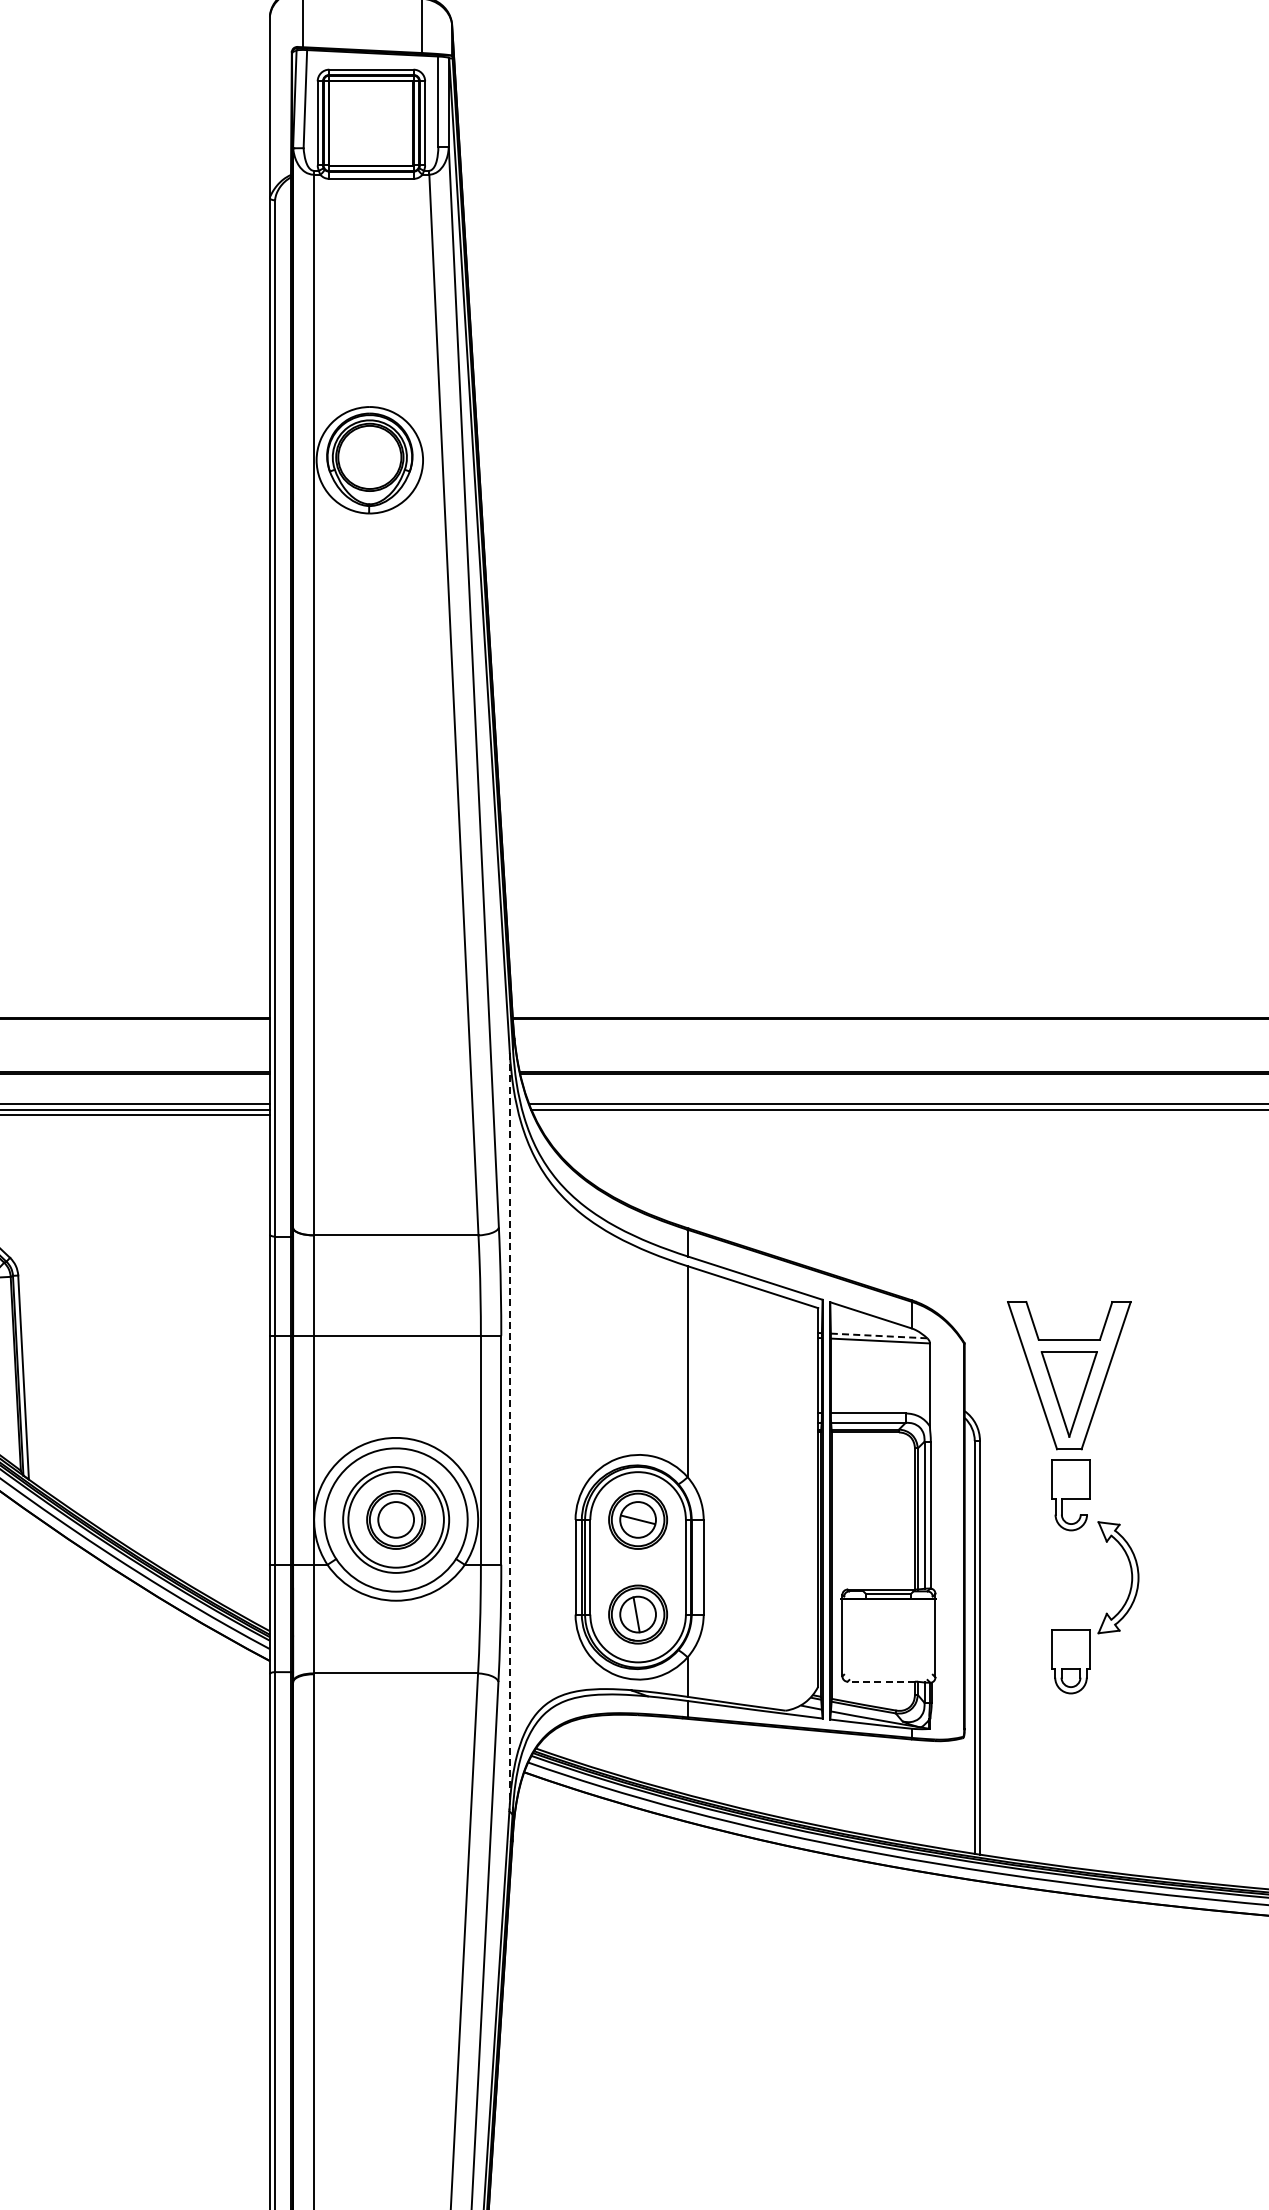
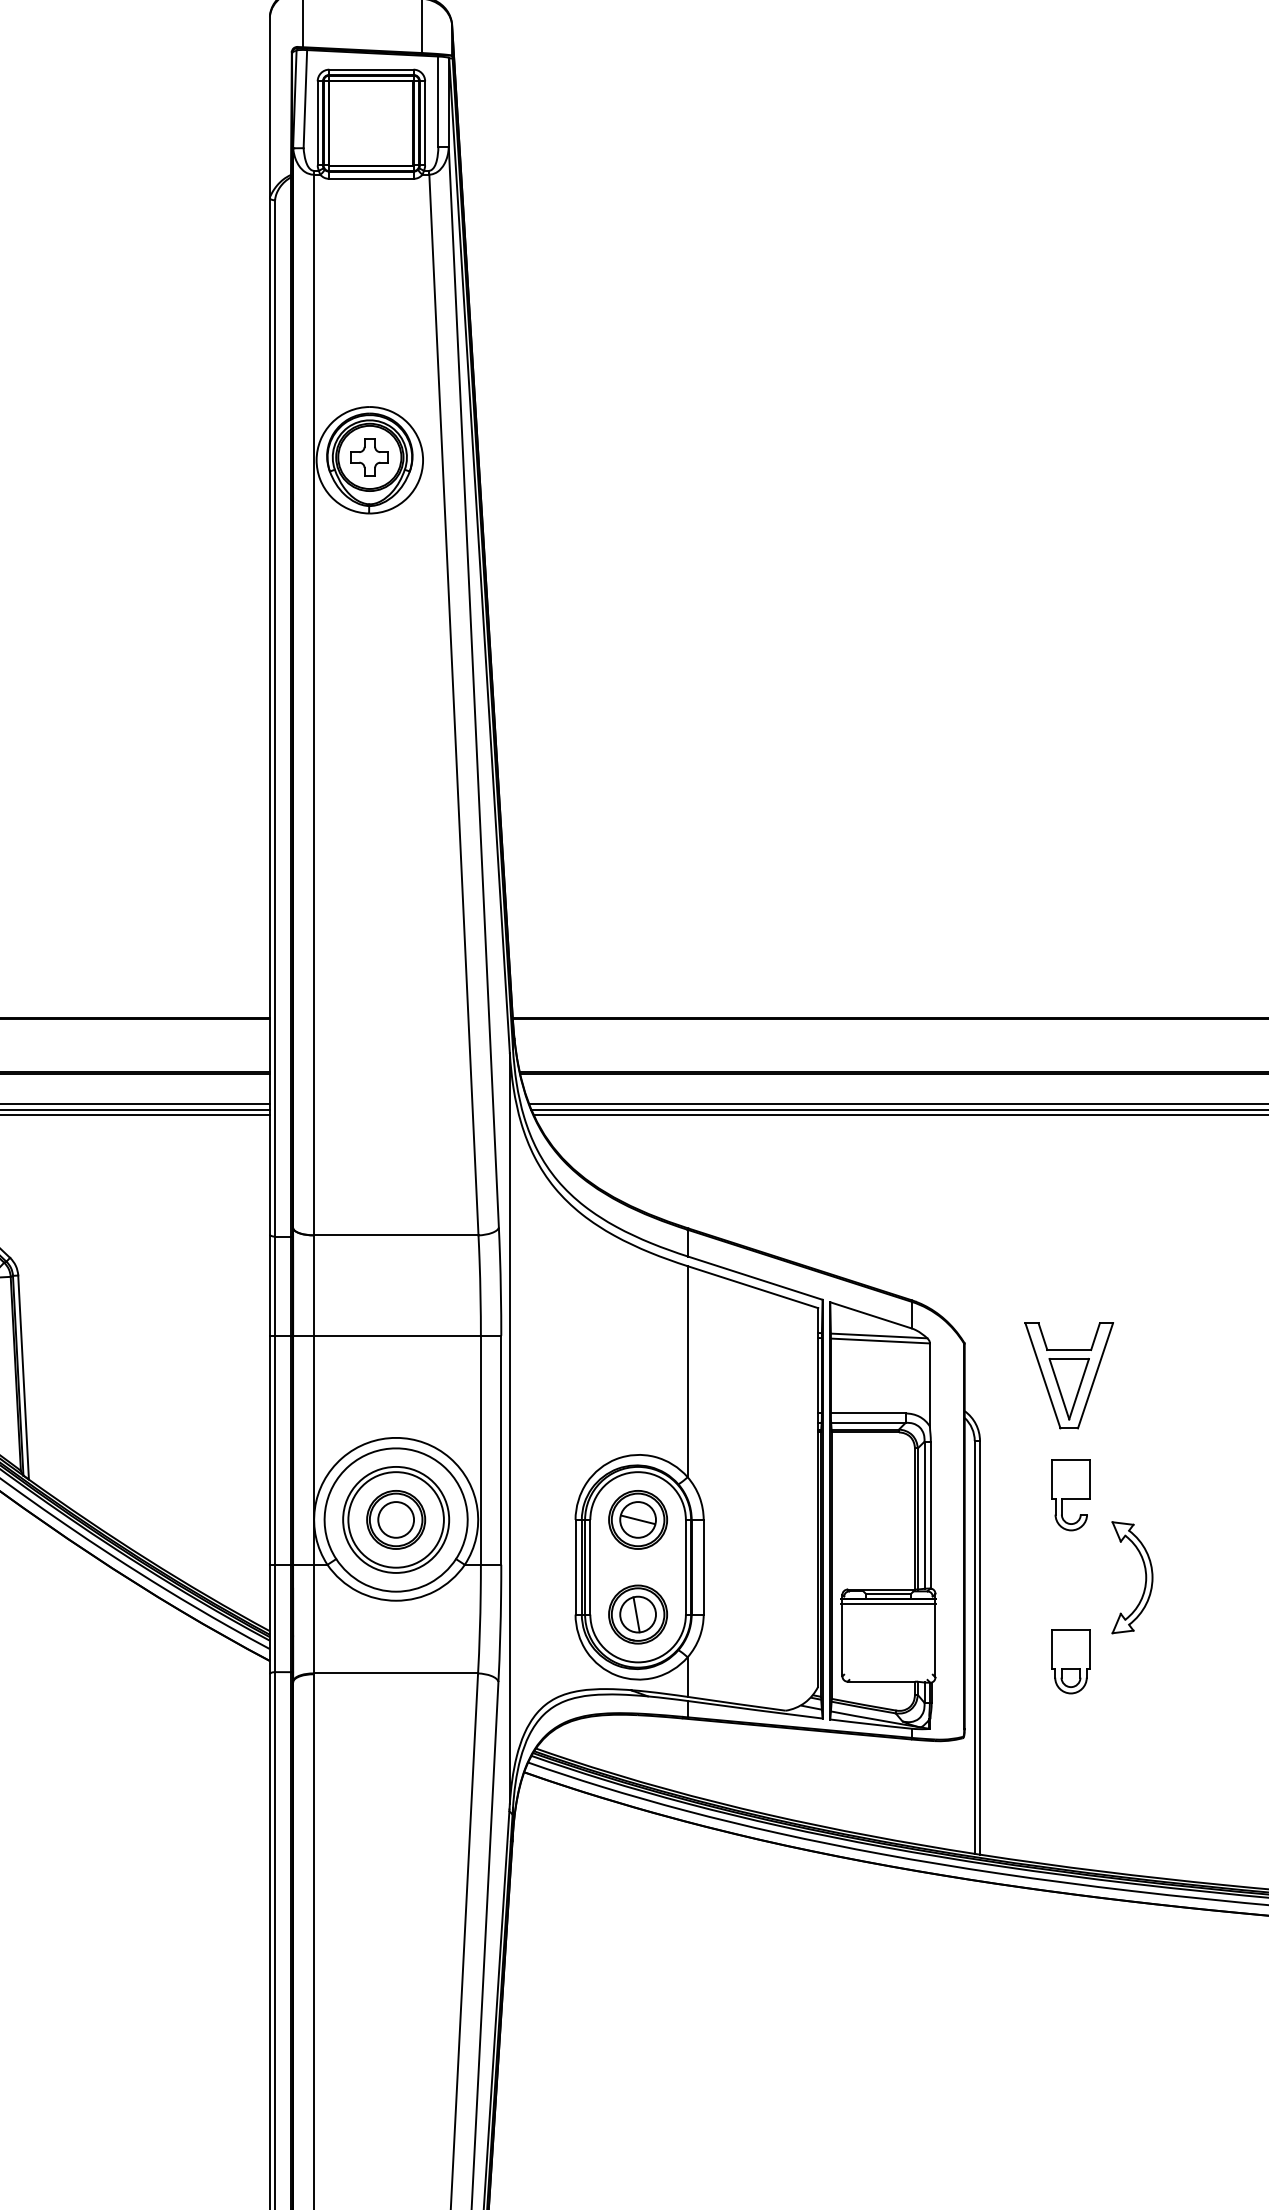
part at (369, 457): none -> present
line at (899, 1114): none -> present
line at (878, 1335): dashed -> solid
part at (1069, 1375) size: 125x150 px -> 90x108 px
line at (509, 1428): dashed -> solid
part at (1131, 1577) position: (1131, 1577) -> (1145, 1577)
line at (888, 1604): none -> present
line at (881, 1681): dashed -> solid
